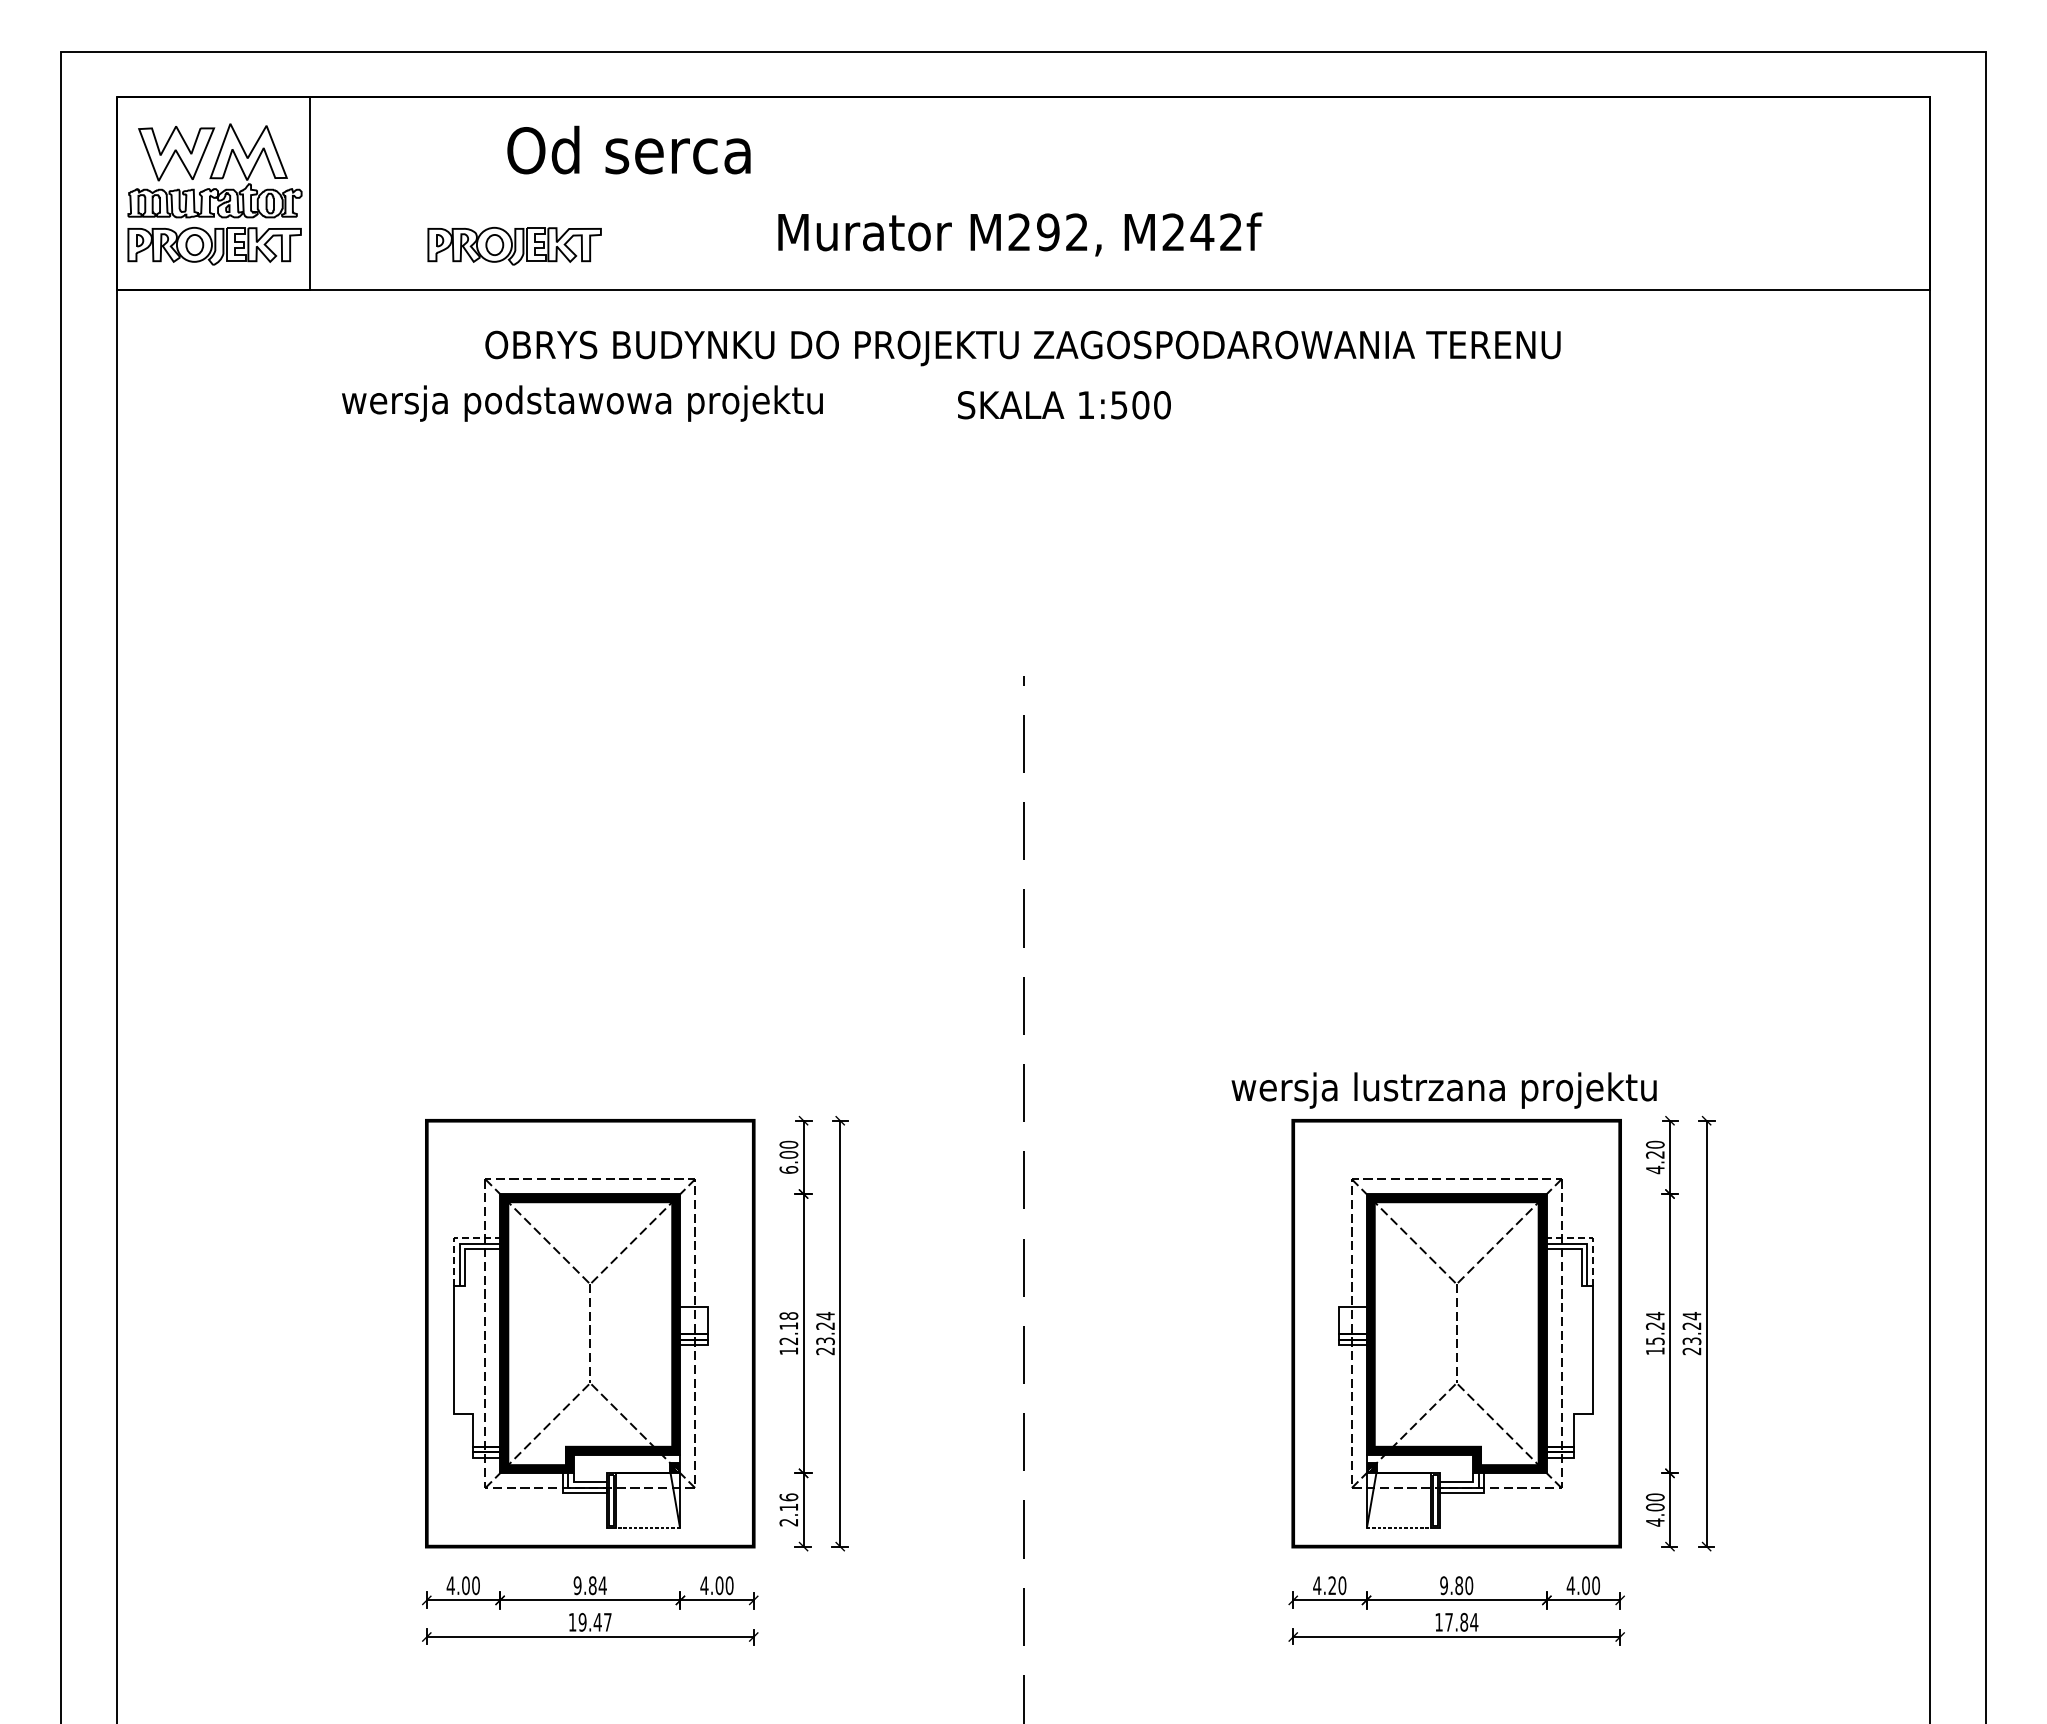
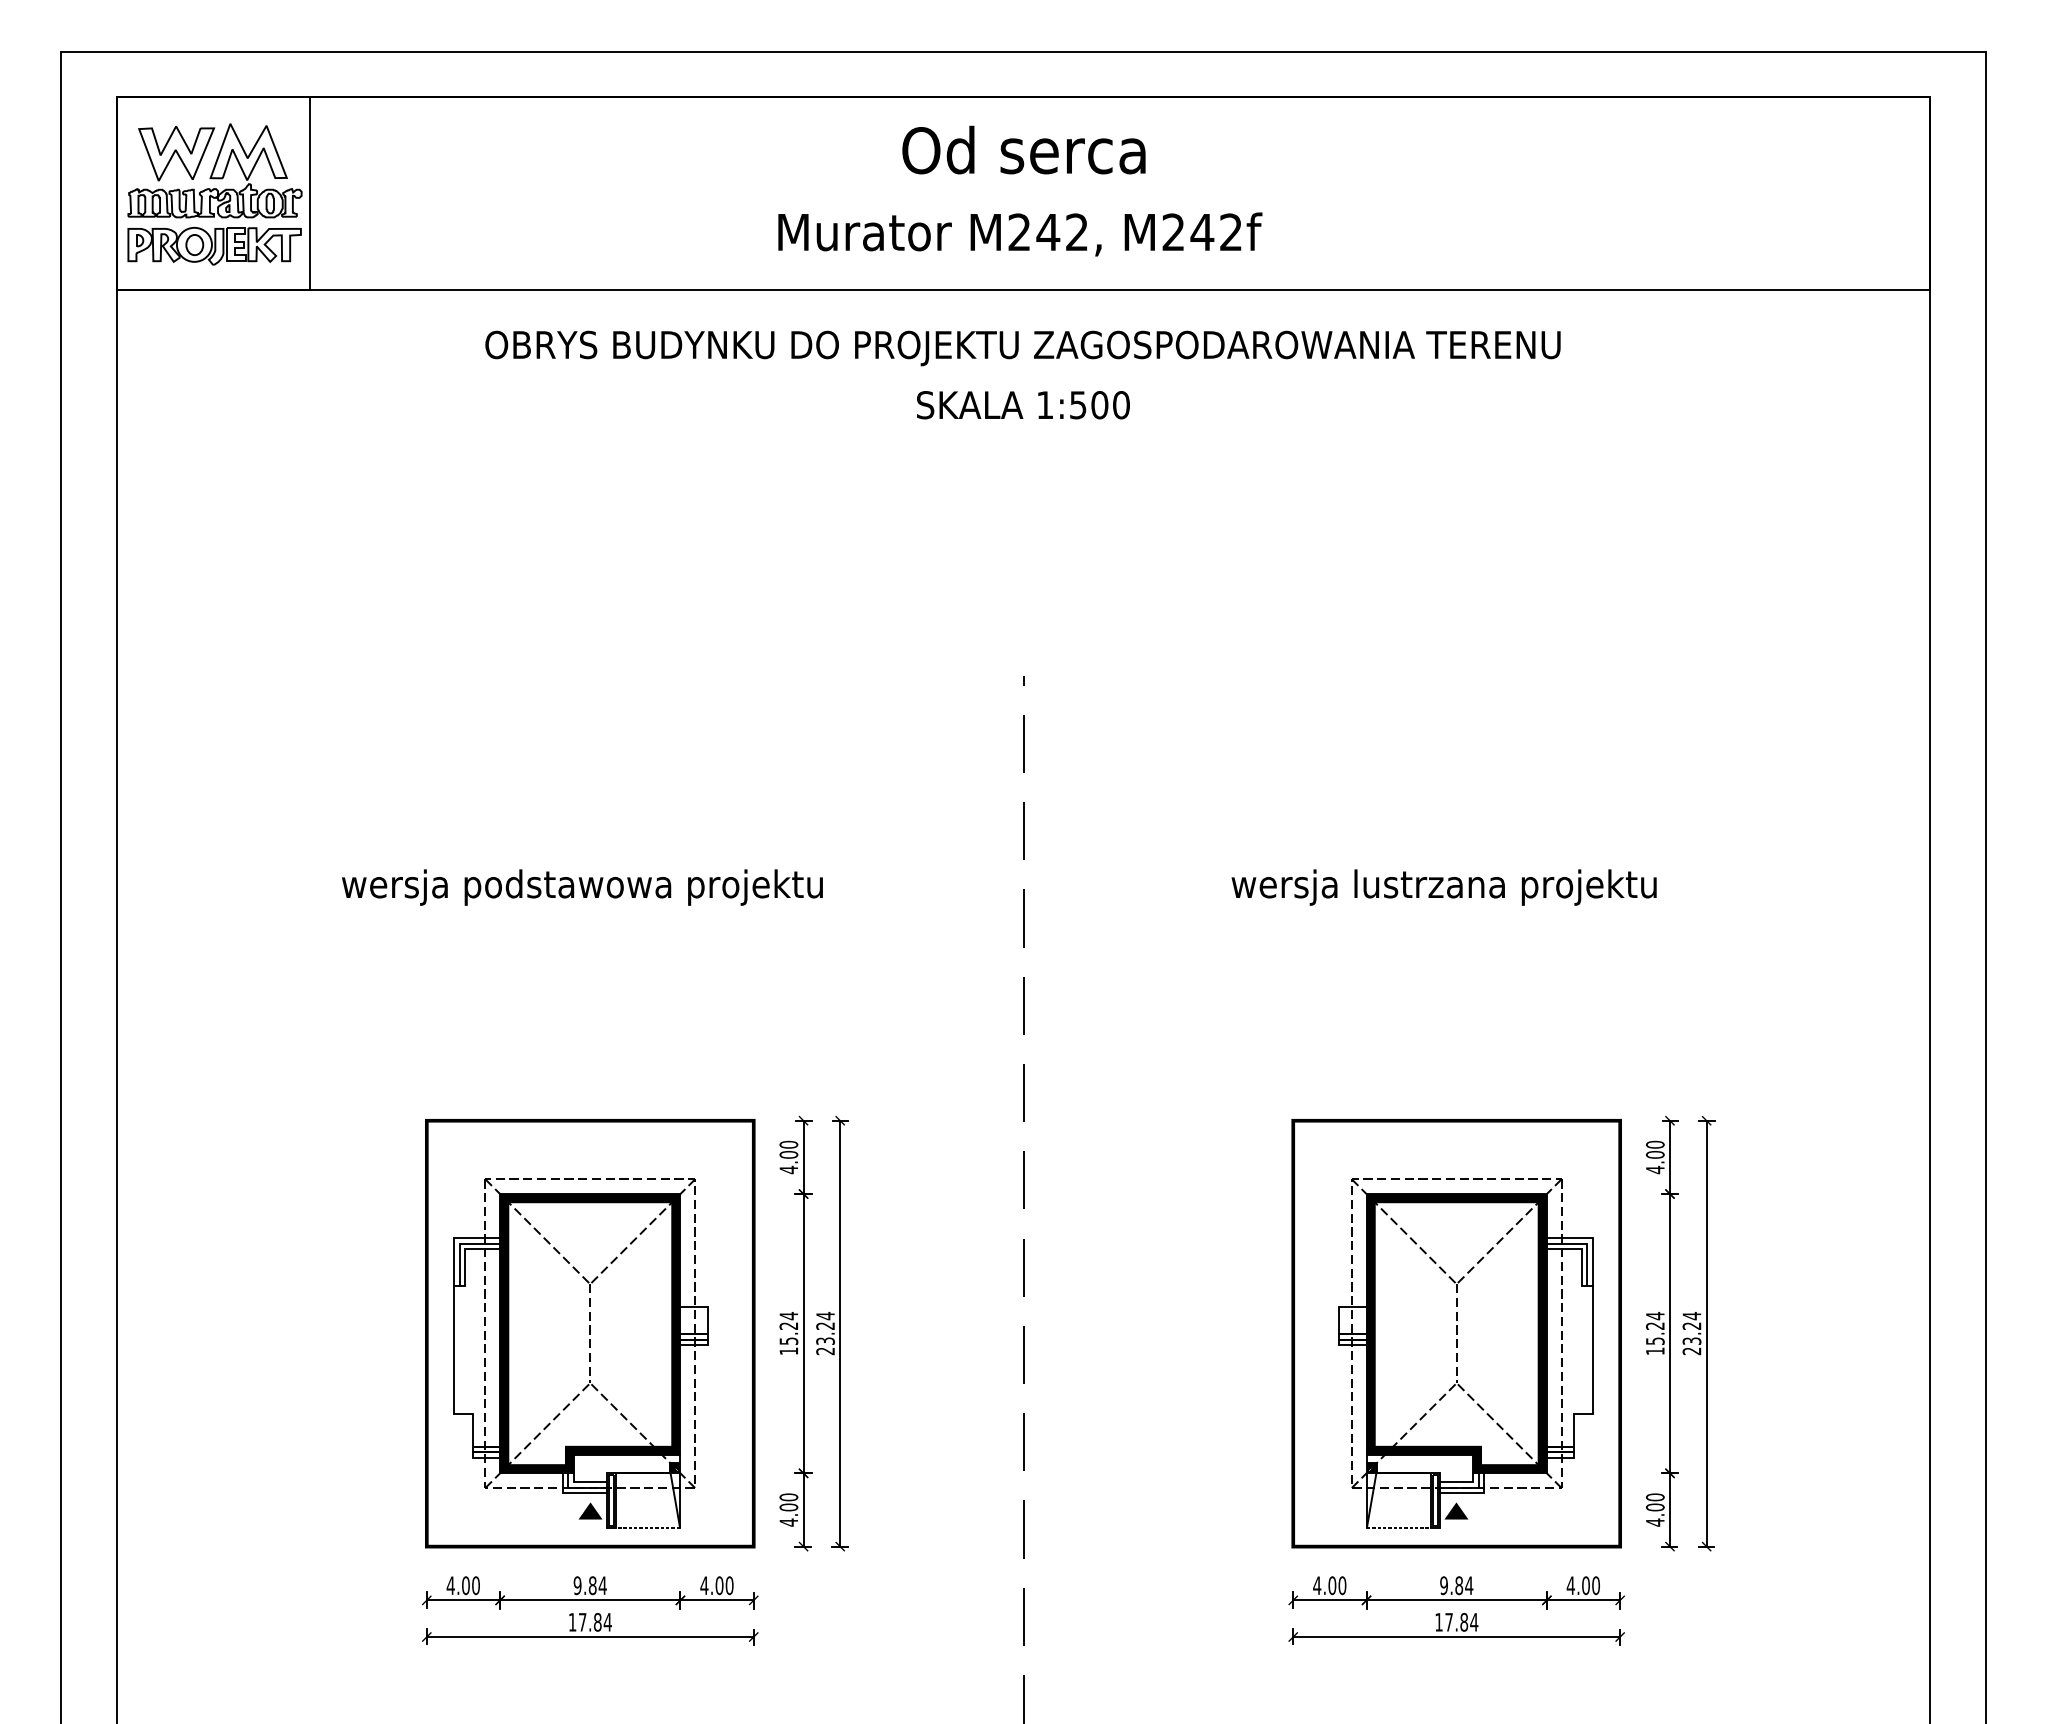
text at (628, 149) position: (628, 149) -> (1023, 149)
text at (1048, 232): M292, -> M242,
part at (514, 245): present -> none
text at (582, 403) position: (582, 403) -> (582, 887)
text at (1064, 405) position: (1064, 405) -> (1023, 405)
text at (1443, 1090) position: (1443, 1090) -> (1443, 887)
text at (1655, 1154): 4.20 -> 4.00
text at (788, 1169): 6.00 -> 4.00
line at (454, 1238): dashed -> solid
line at (1592, 1238): dashed -> solid
text at (788, 1328): 12.18 -> 15.24
text at (788, 1509): 2.16 -> 4.00
fill at (590, 1510): none -> present
fill at (1456, 1510): none -> present
text at (1332, 1585): 4.20 -> 4.00
text at (1469, 1585): 9.80 -> 9.84
text at (594, 1621): 19.47 -> 17.84
